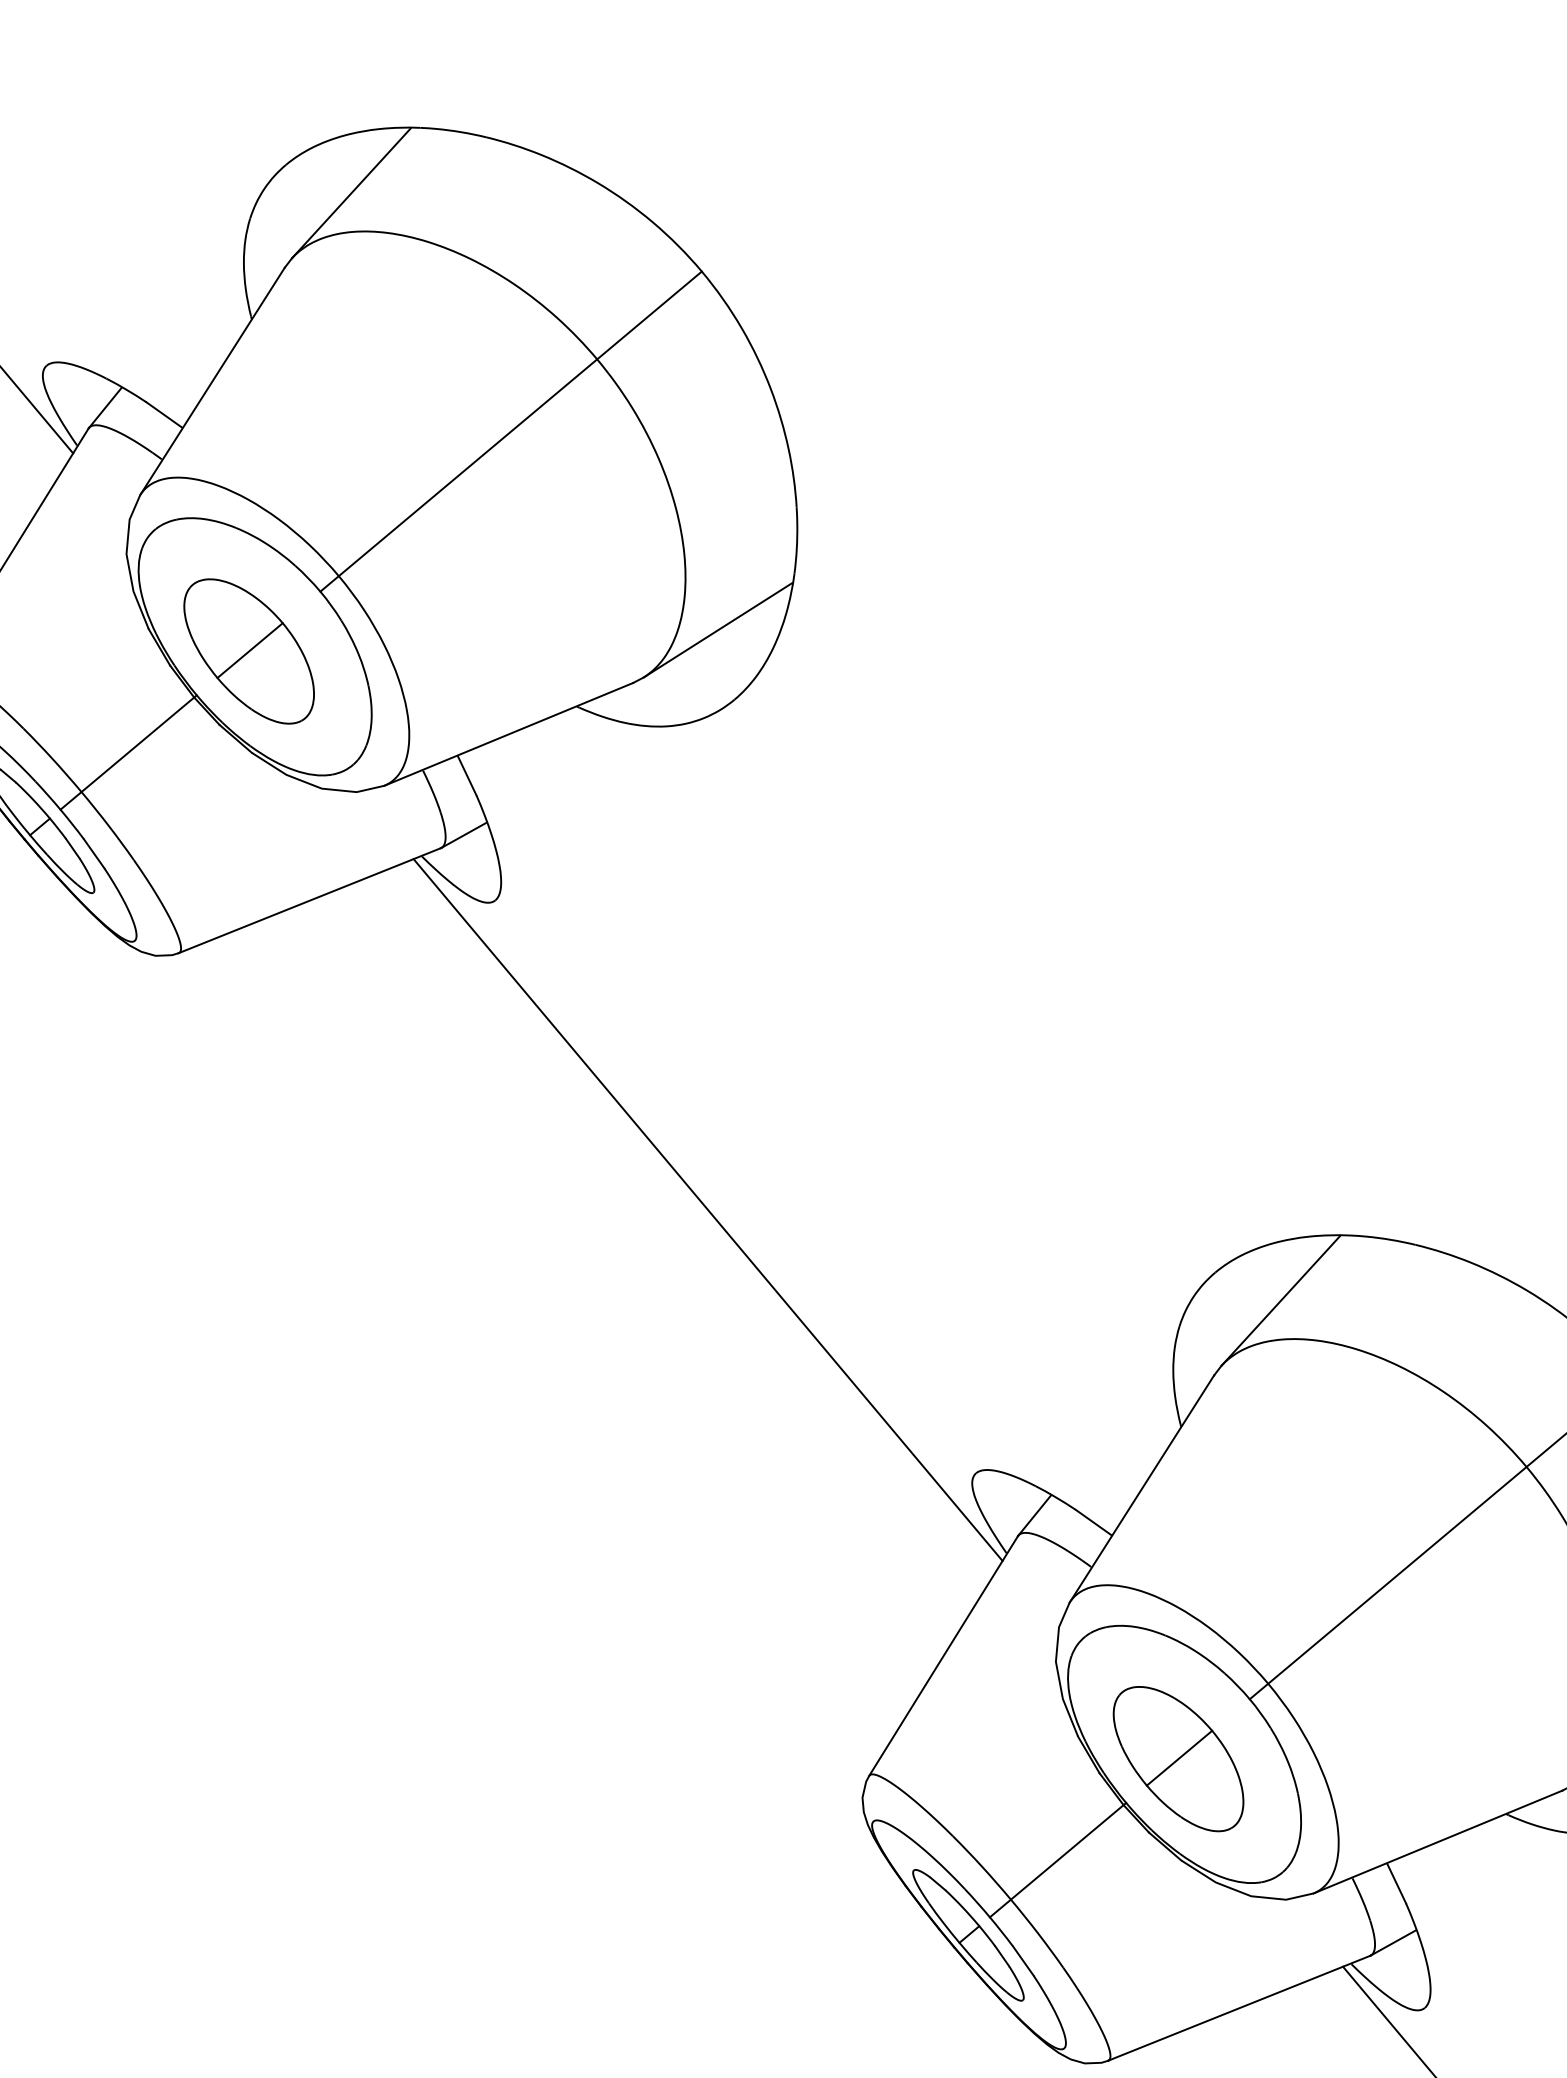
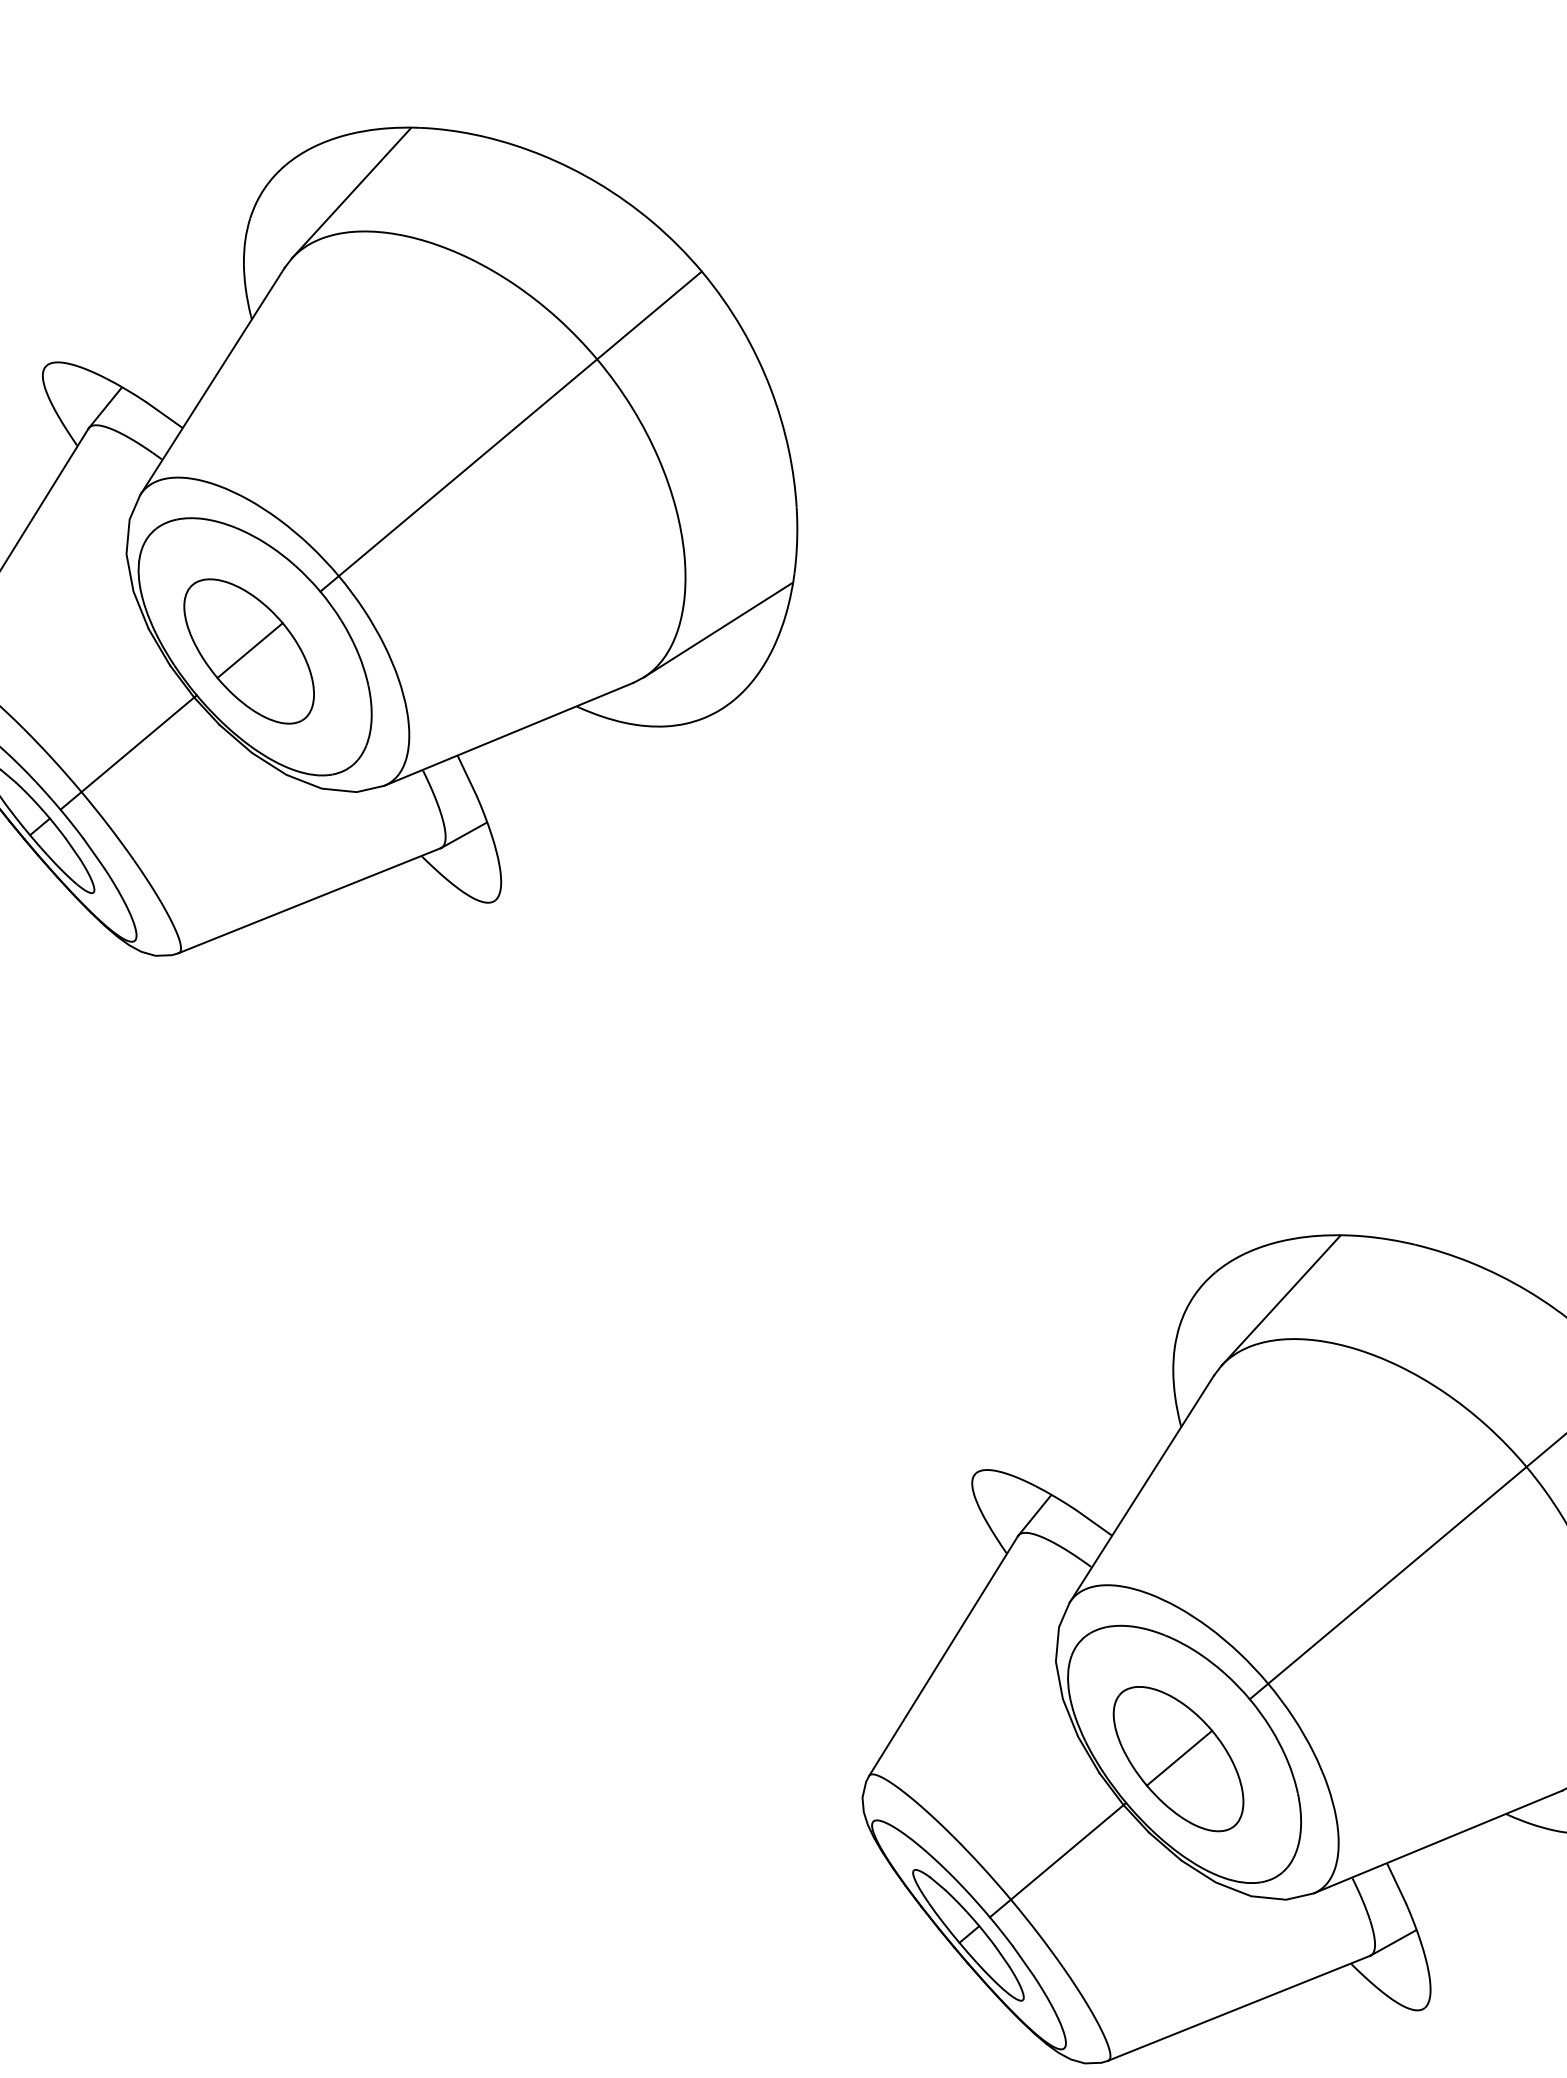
line at (37, 411): present -> none
line at (707, 1209): present -> none
line at (1388, 2020): present -> none
